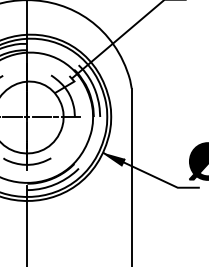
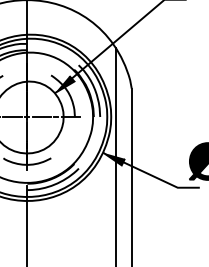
fill at (64, 84): none -> present
line at (115, 155): none -> present
